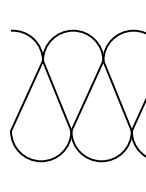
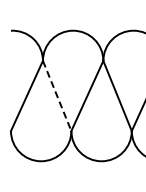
line at (57, 96): solid -> dashed
